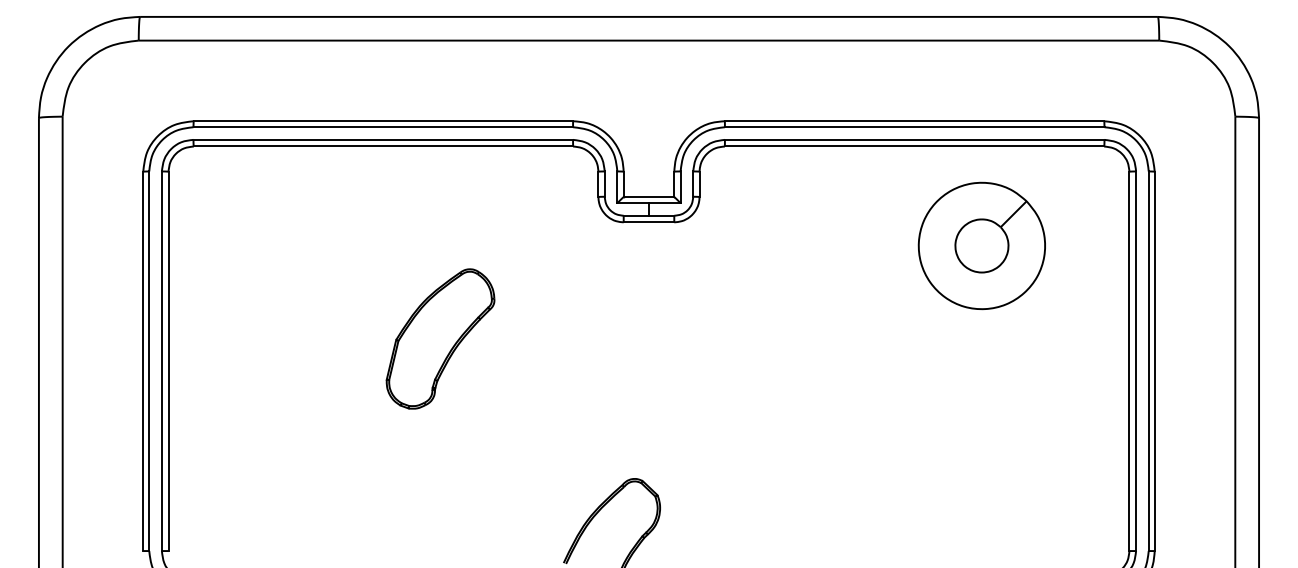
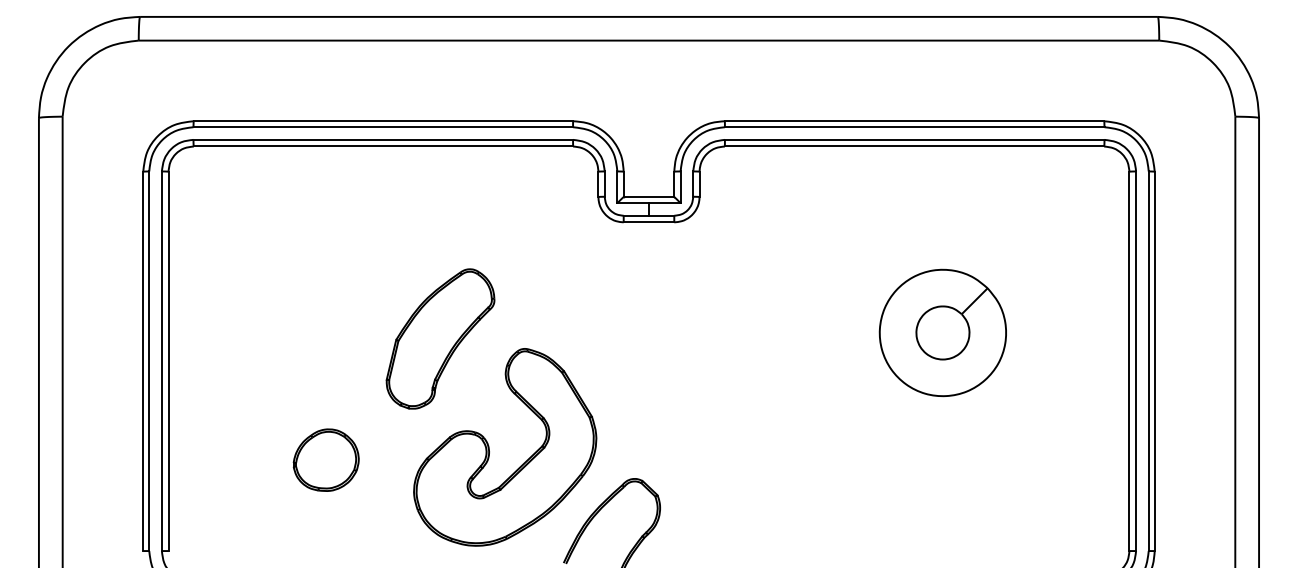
part at (981, 245) position: (981, 245) -> (942, 332)
part at (489, 447): none -> present
part at (325, 459): none -> present
